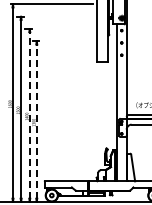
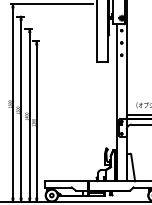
line at (29, 114): dashed -> solid
line at (36, 121): dashed -> solid
